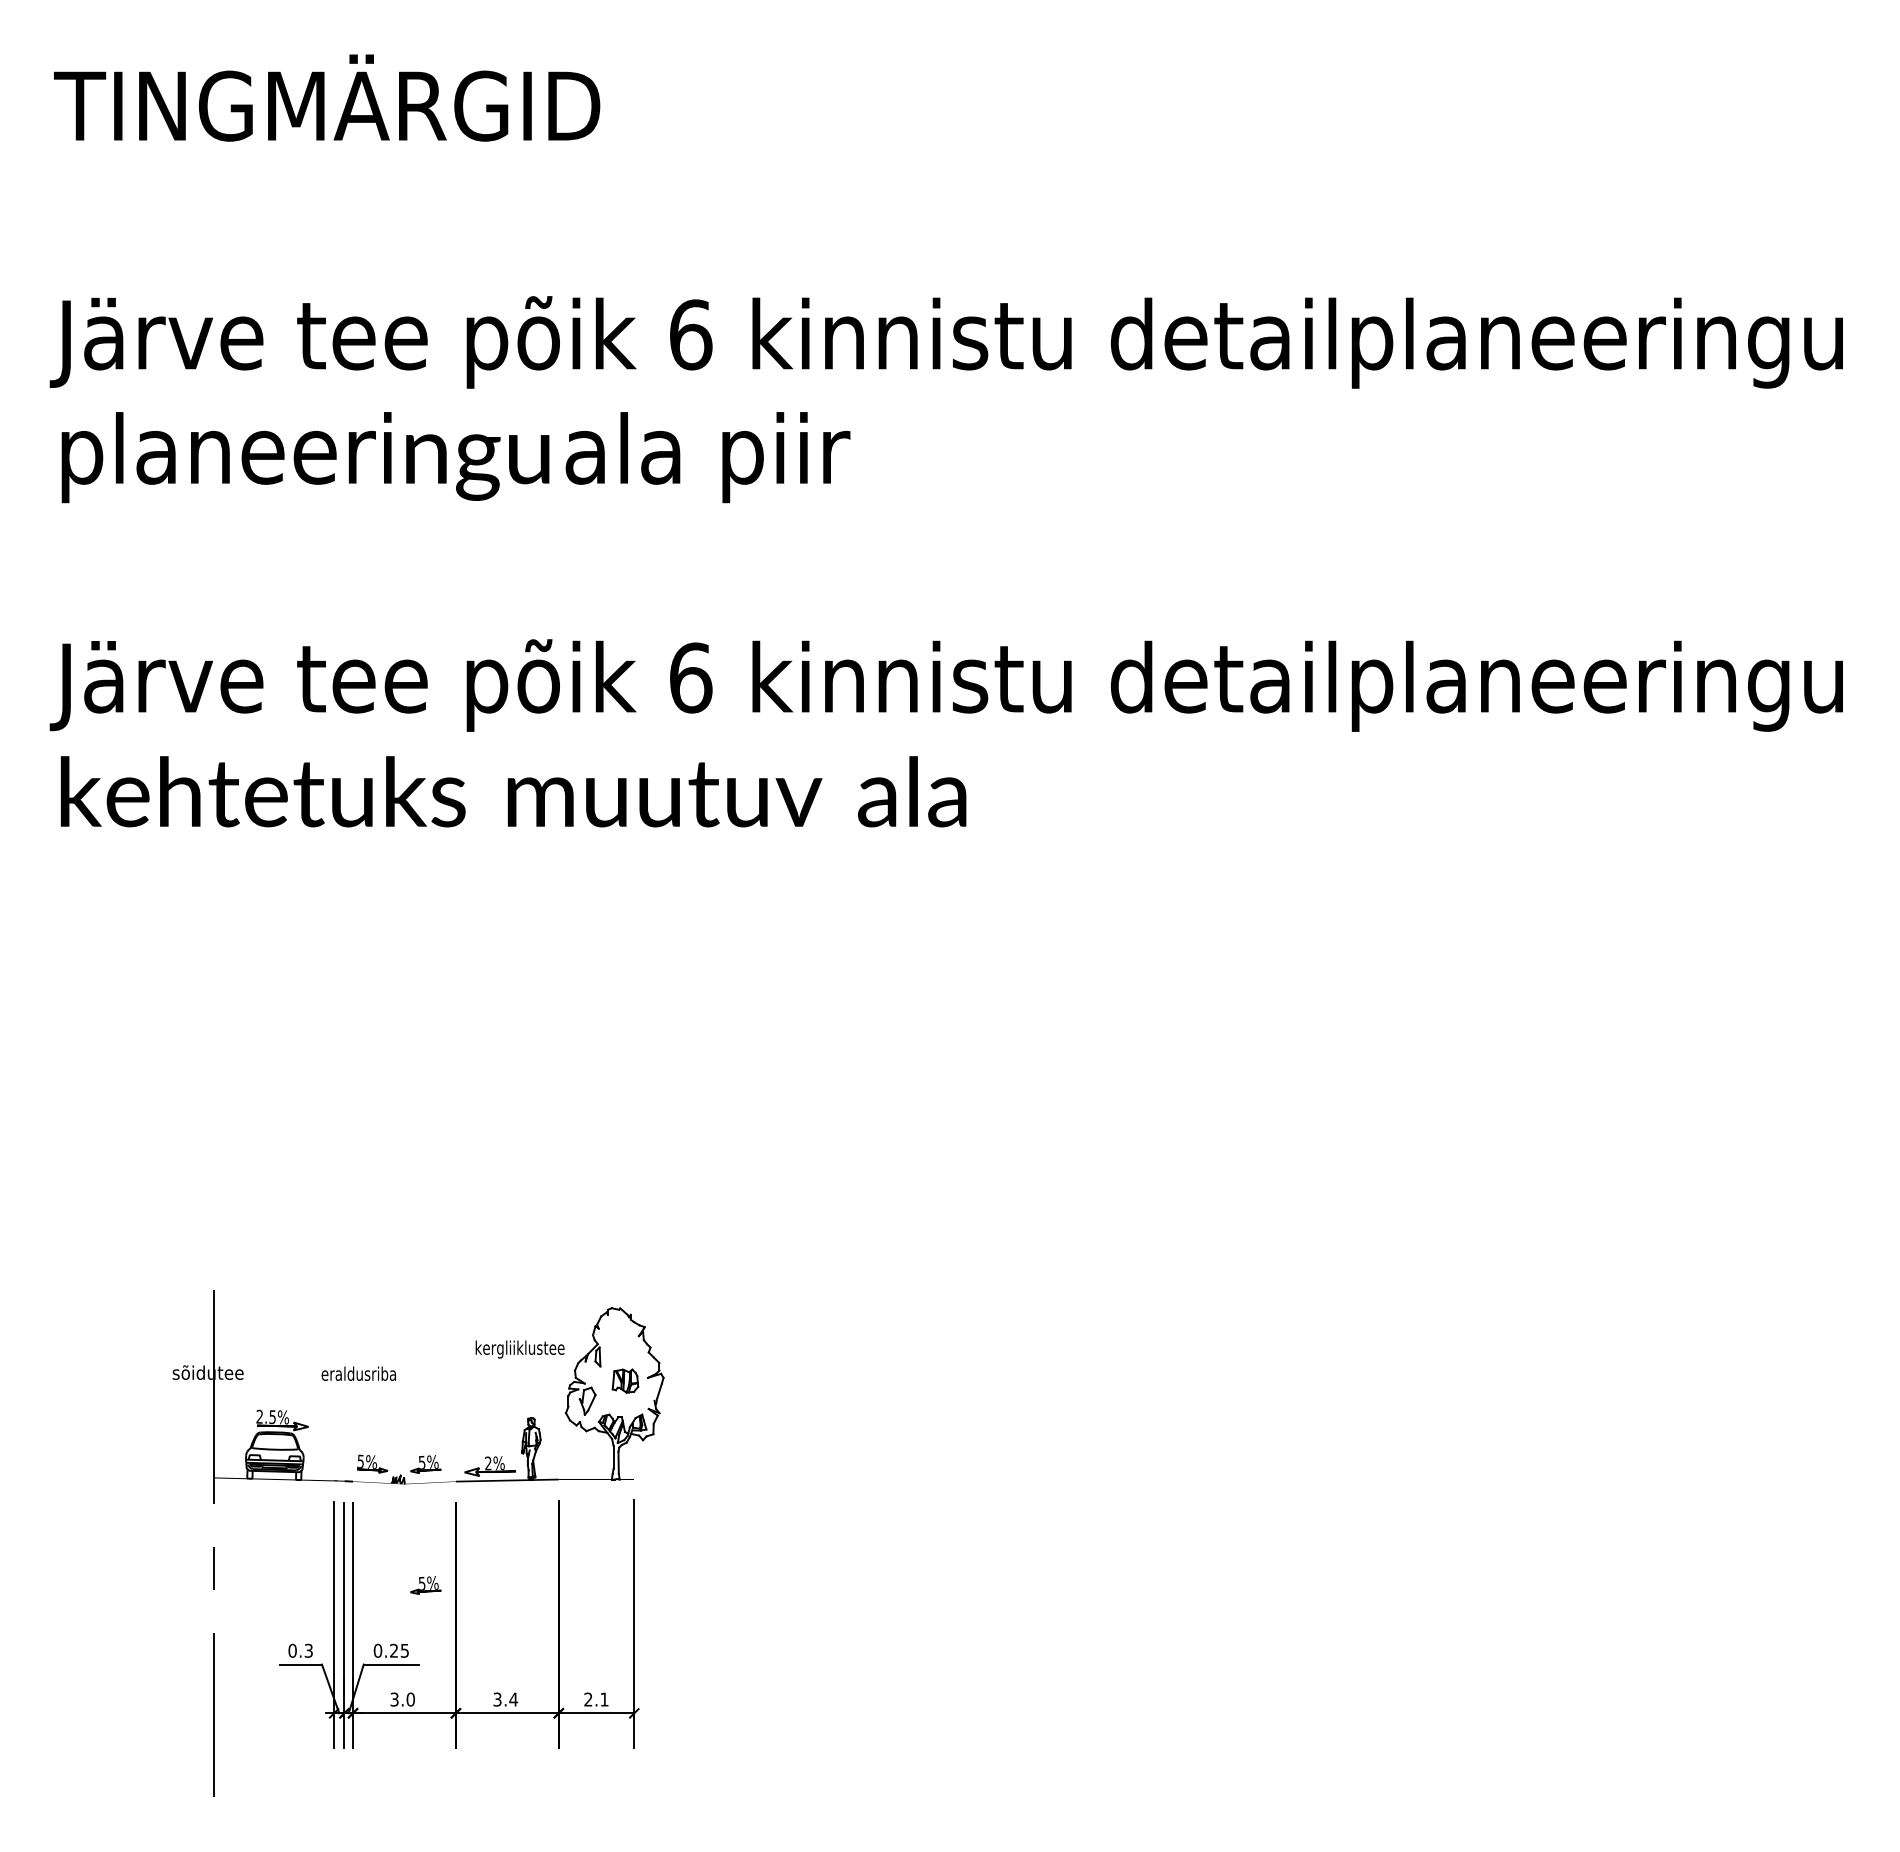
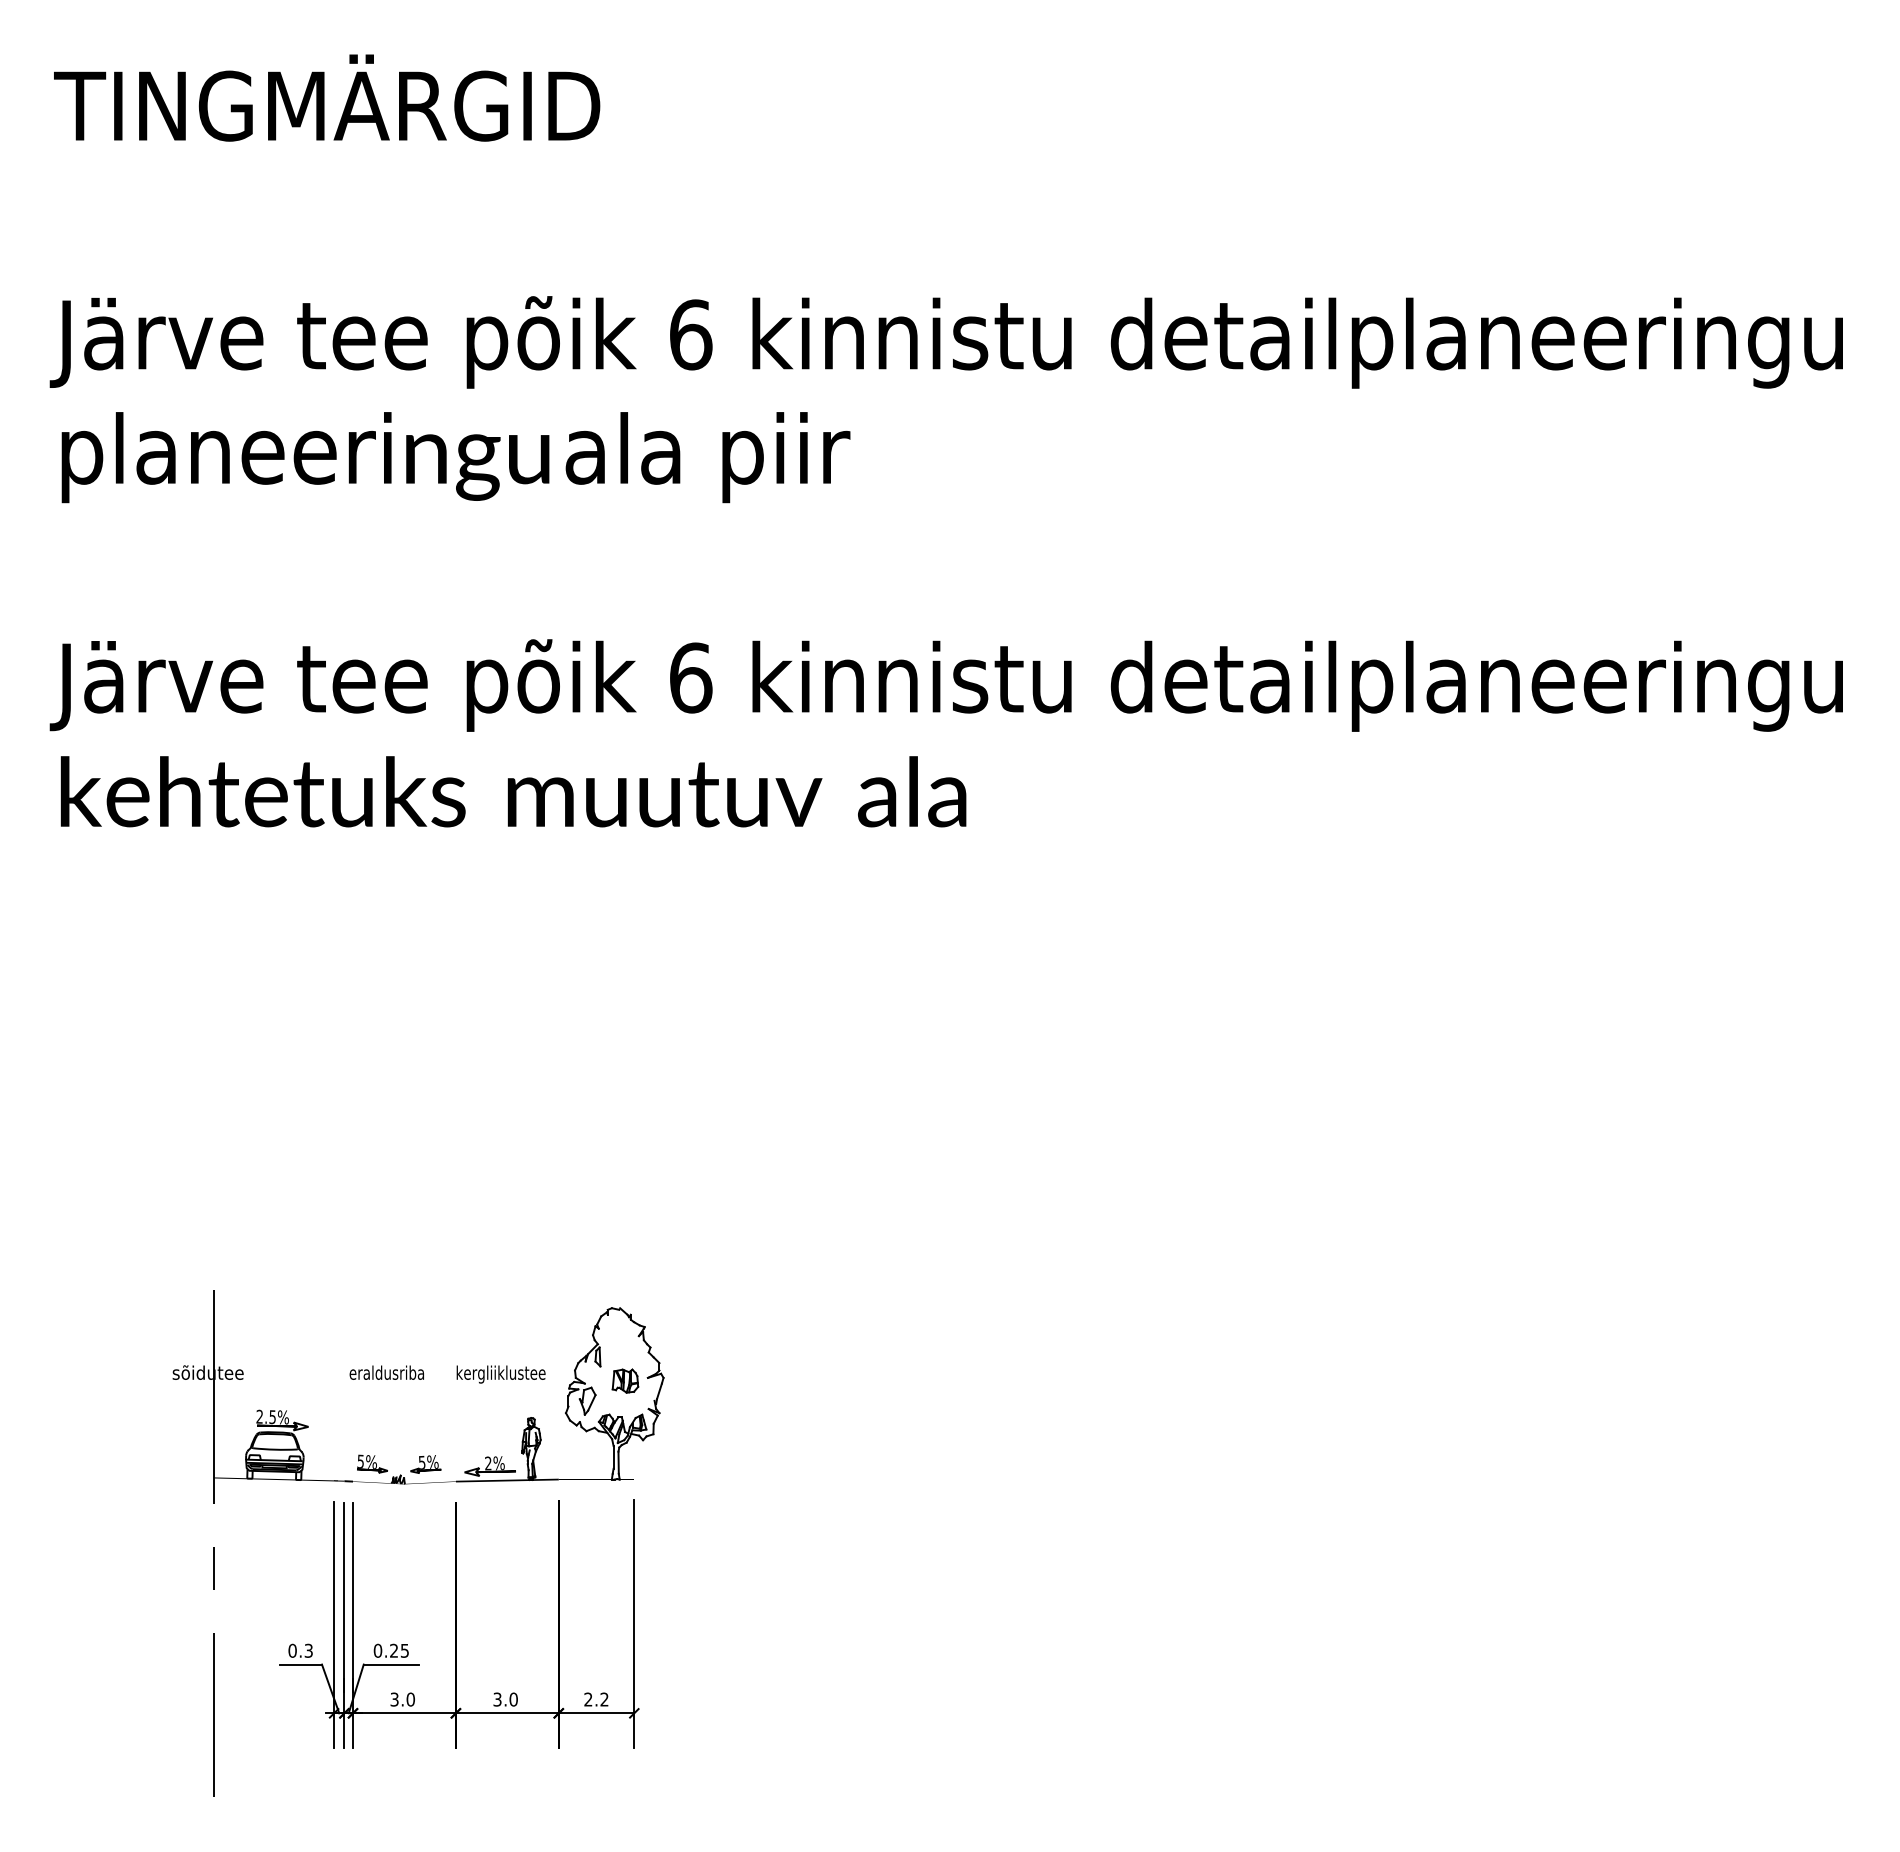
text at (519, 1349) position: (519, 1349) -> (500, 1374)
text at (358, 1373) position: (358, 1373) -> (386, 1372)
part at (425, 1585): present -> none
text at (513, 1699): 3.4 -> 3.0
text at (604, 1699): 2.1 -> 2.2
